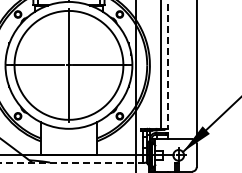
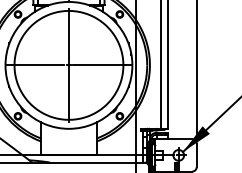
line at (167, 65): dashed -> solid
line at (72, 162): dashed -> solid
